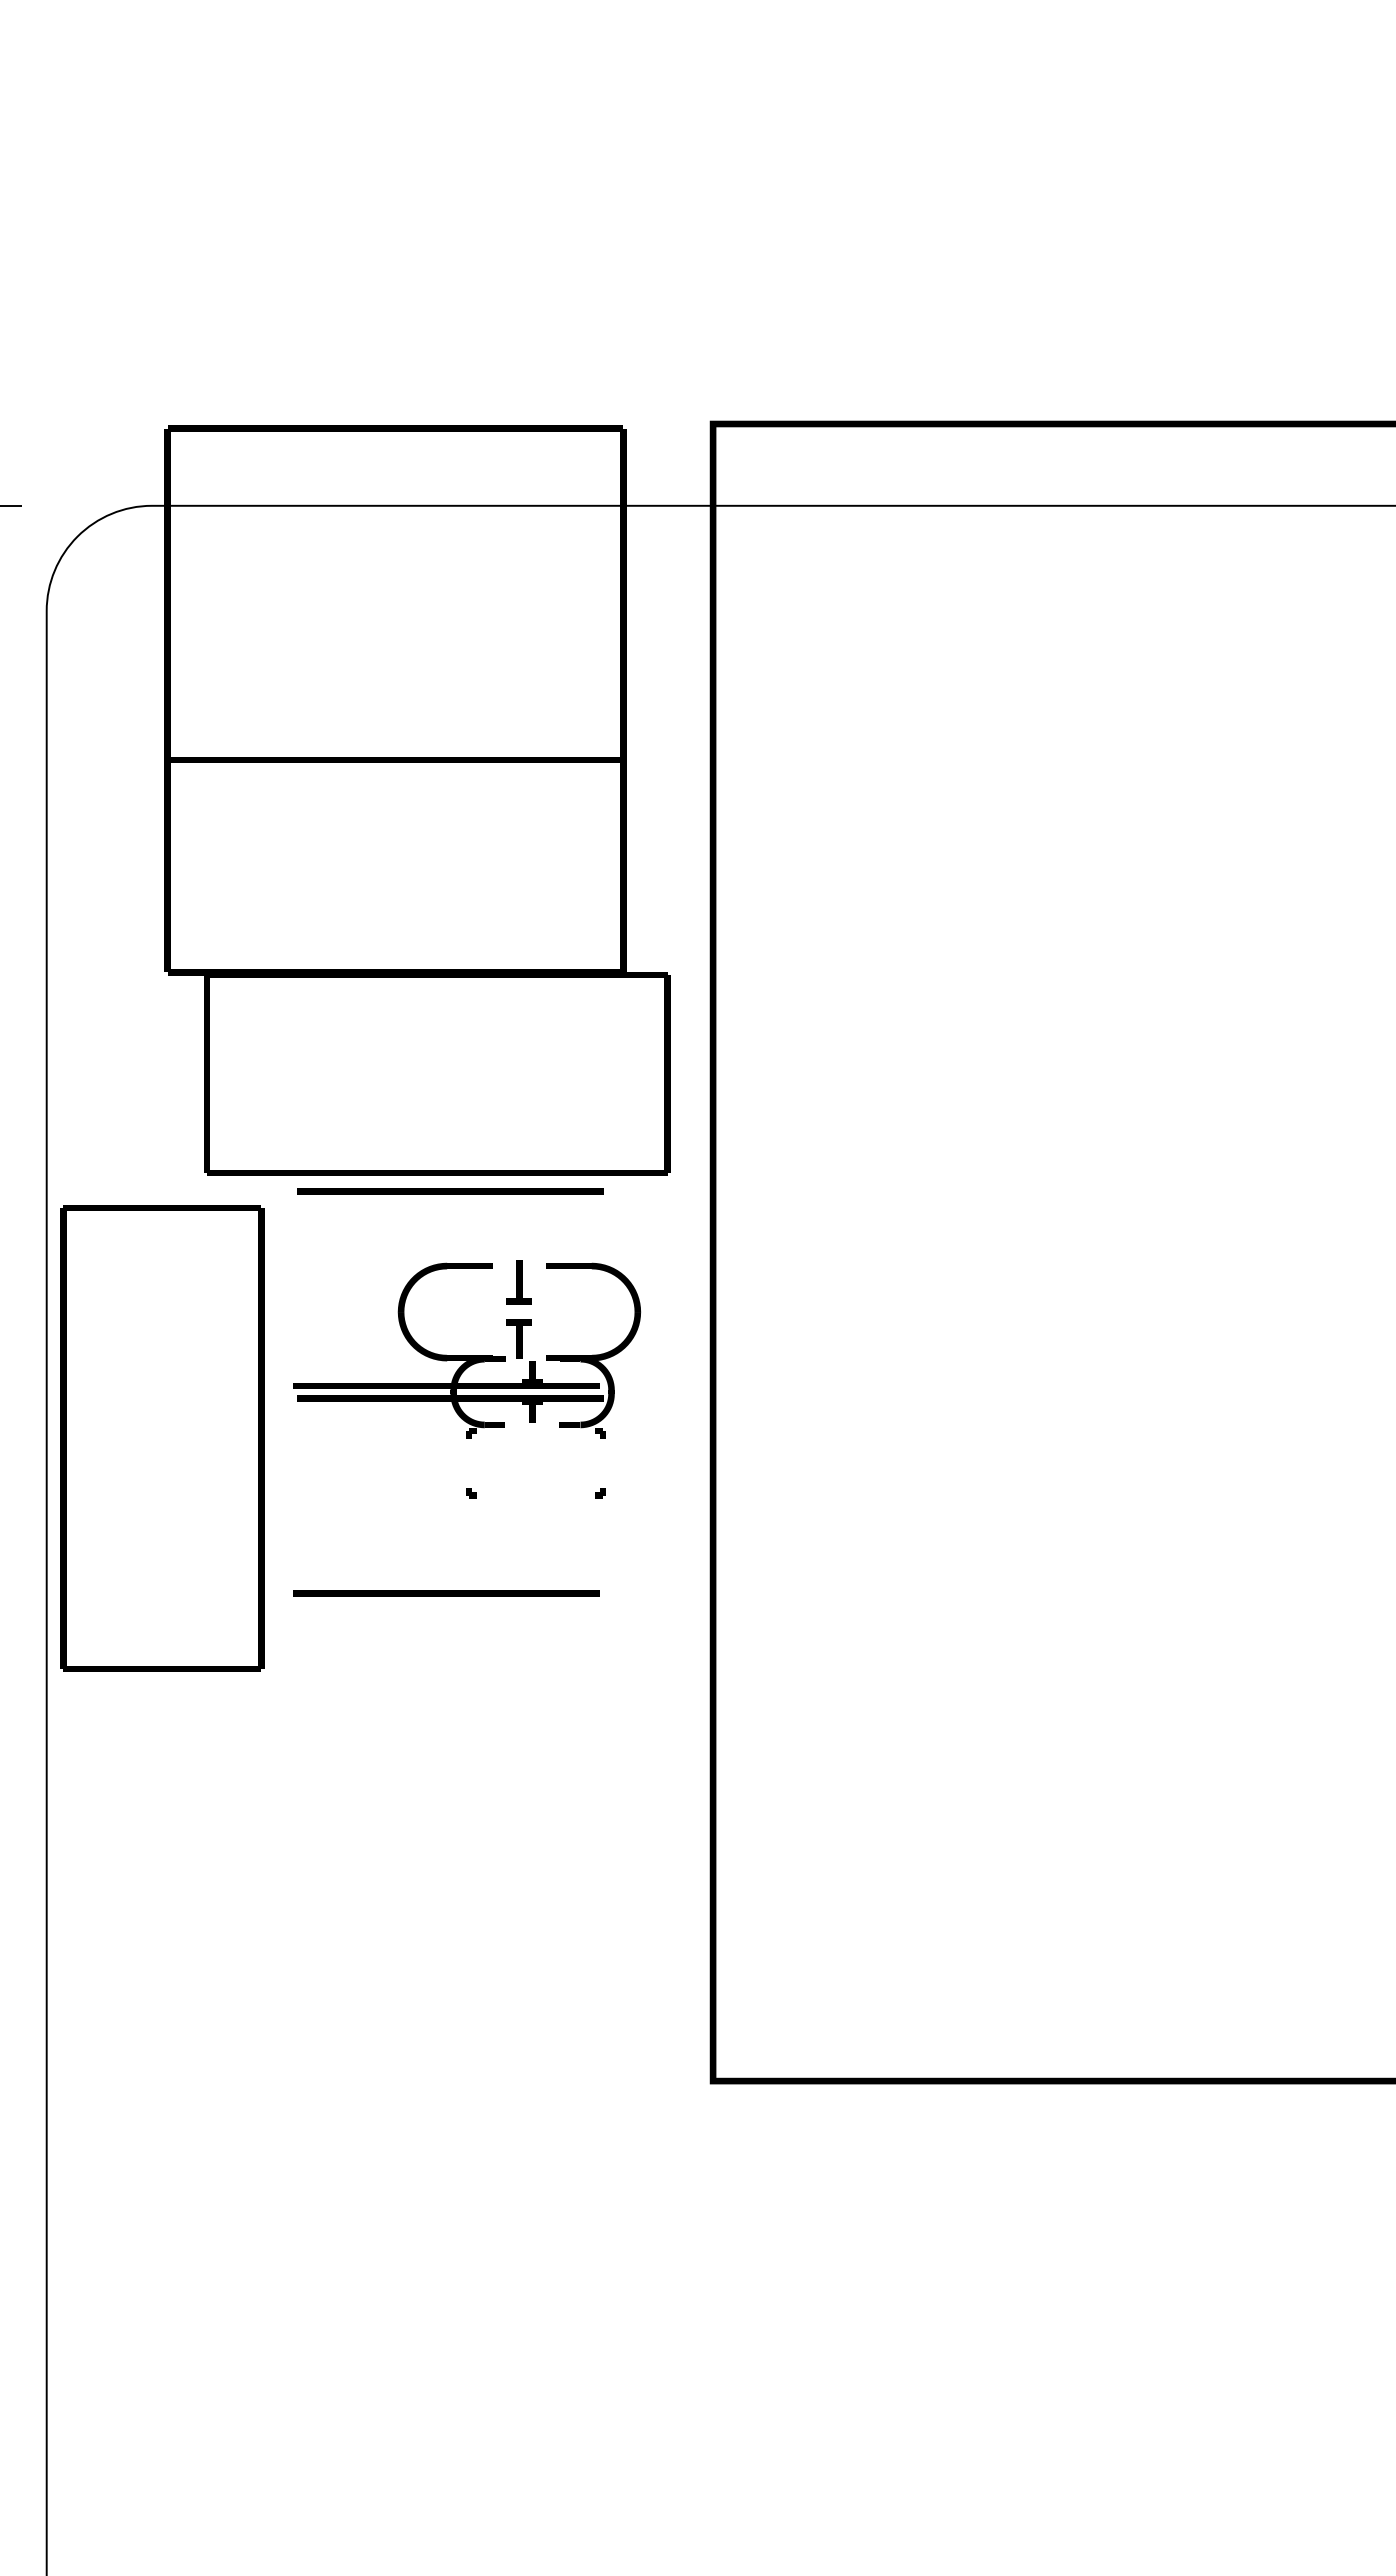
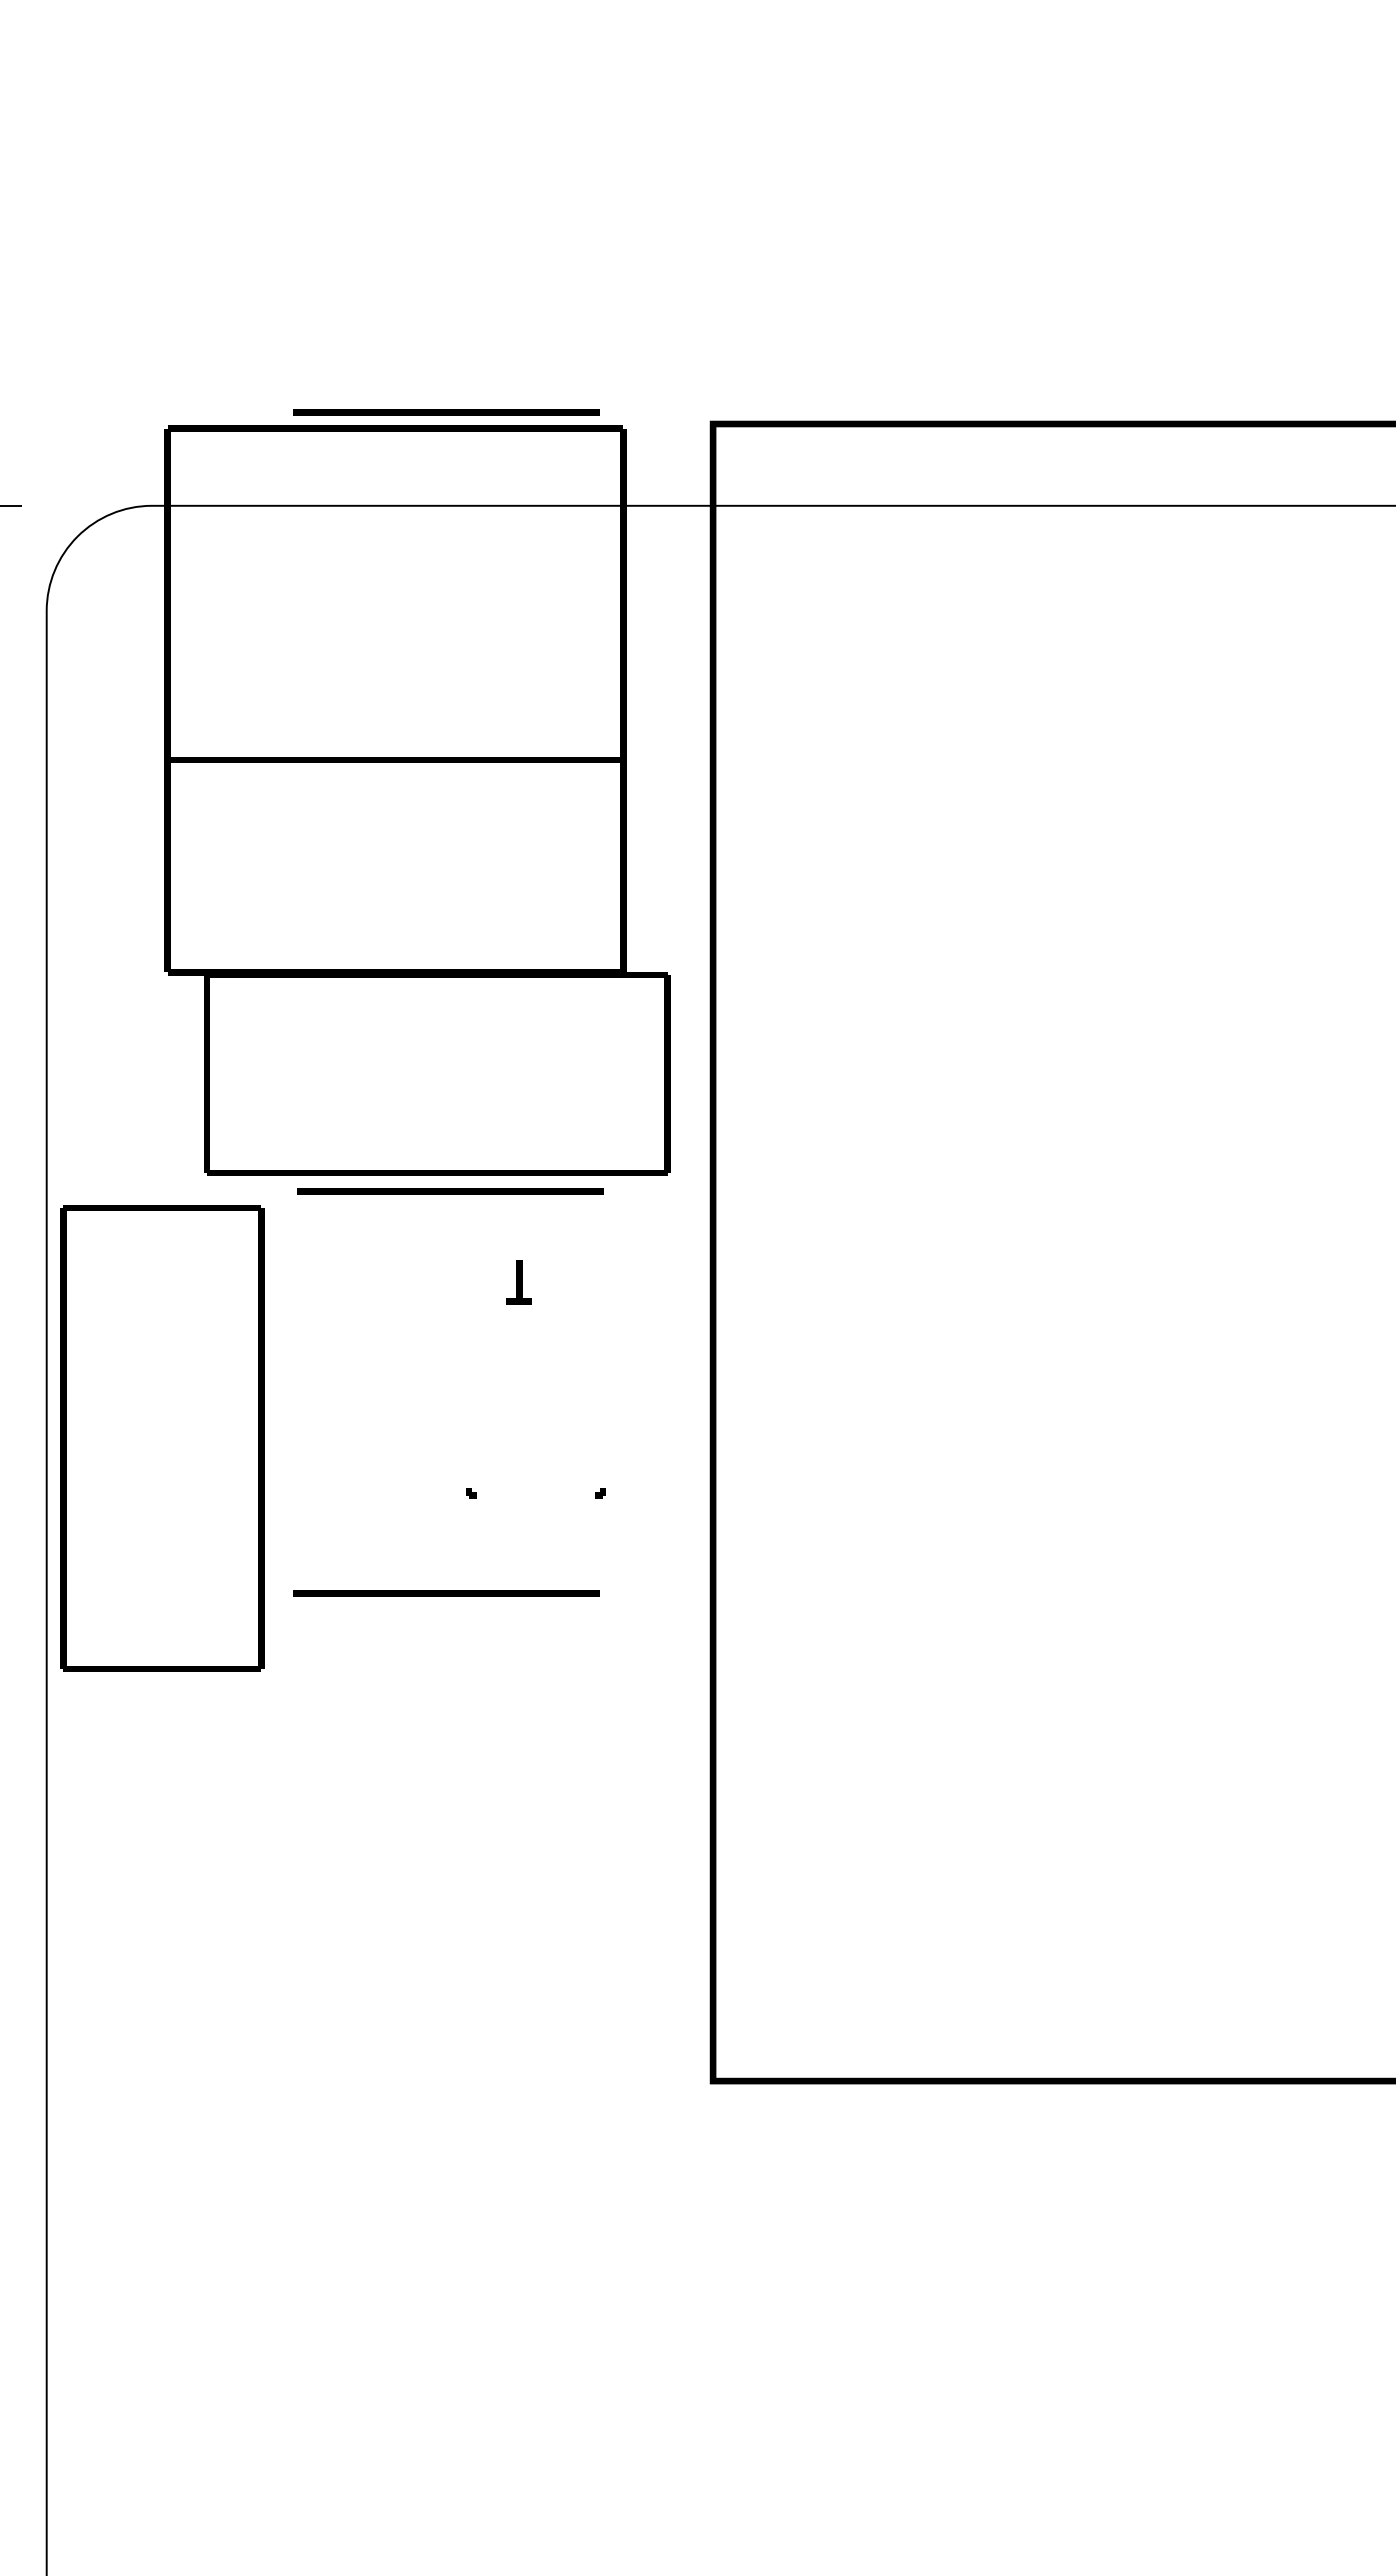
line at (446, 412): none -> present
part at (467, 1350): present -> none
